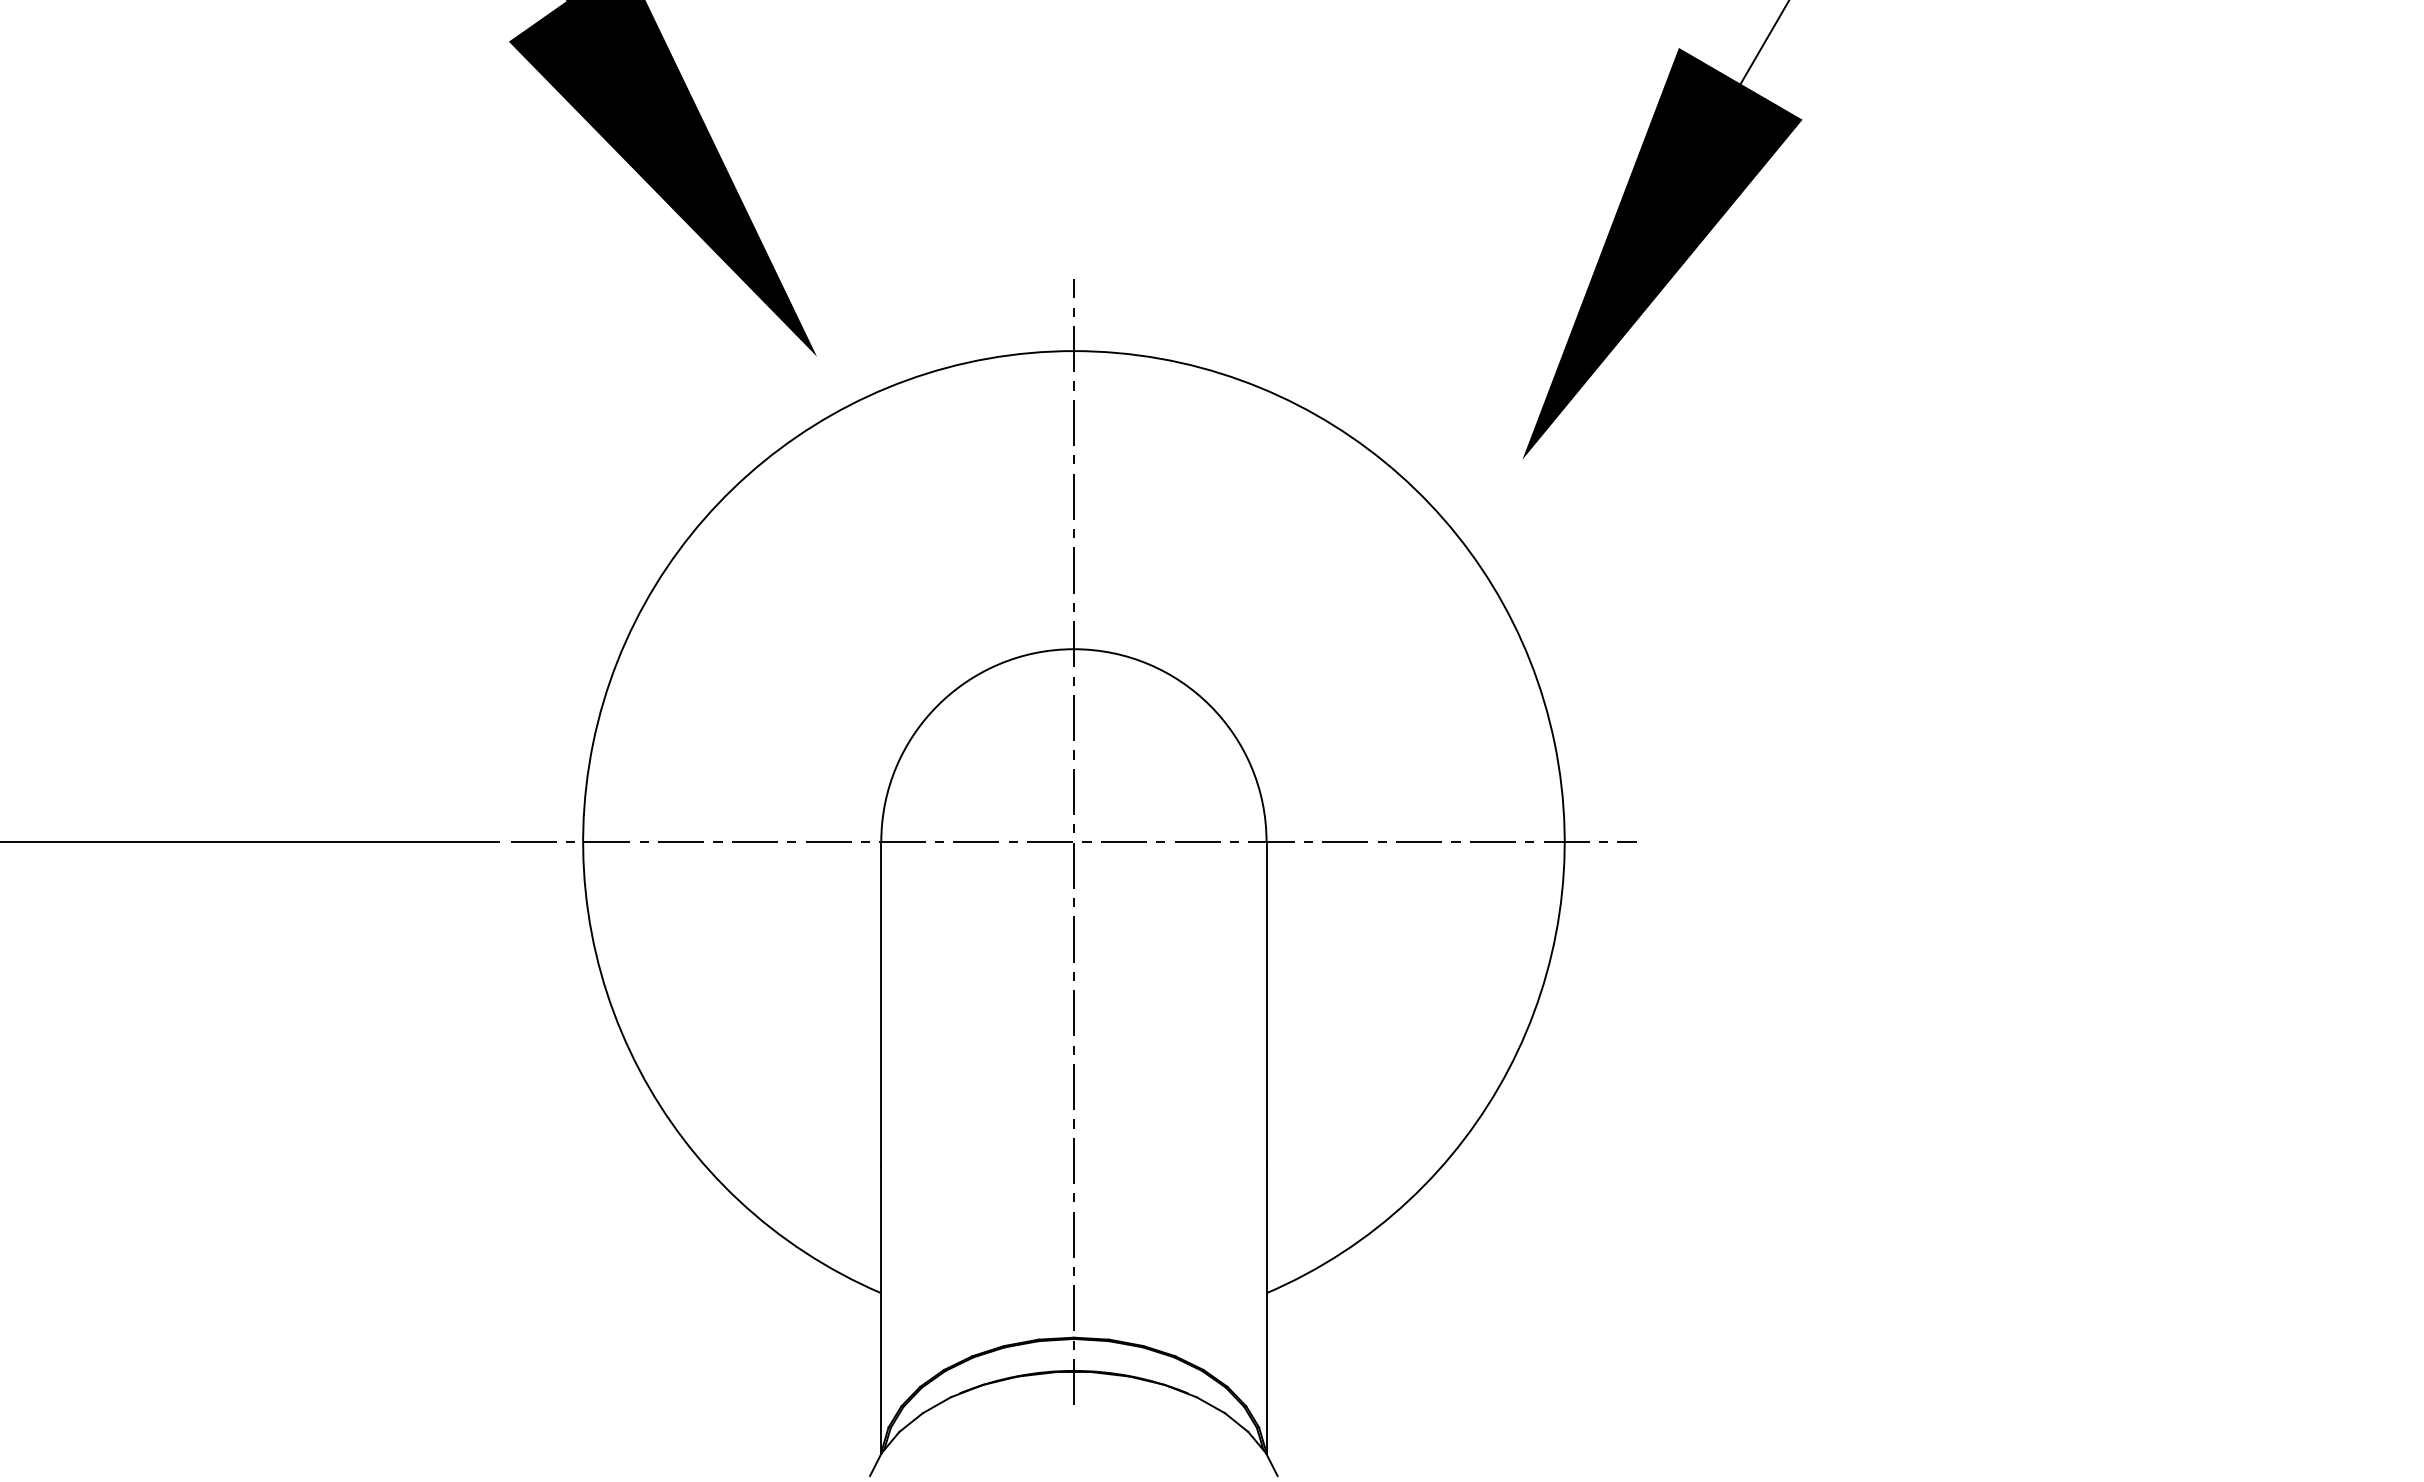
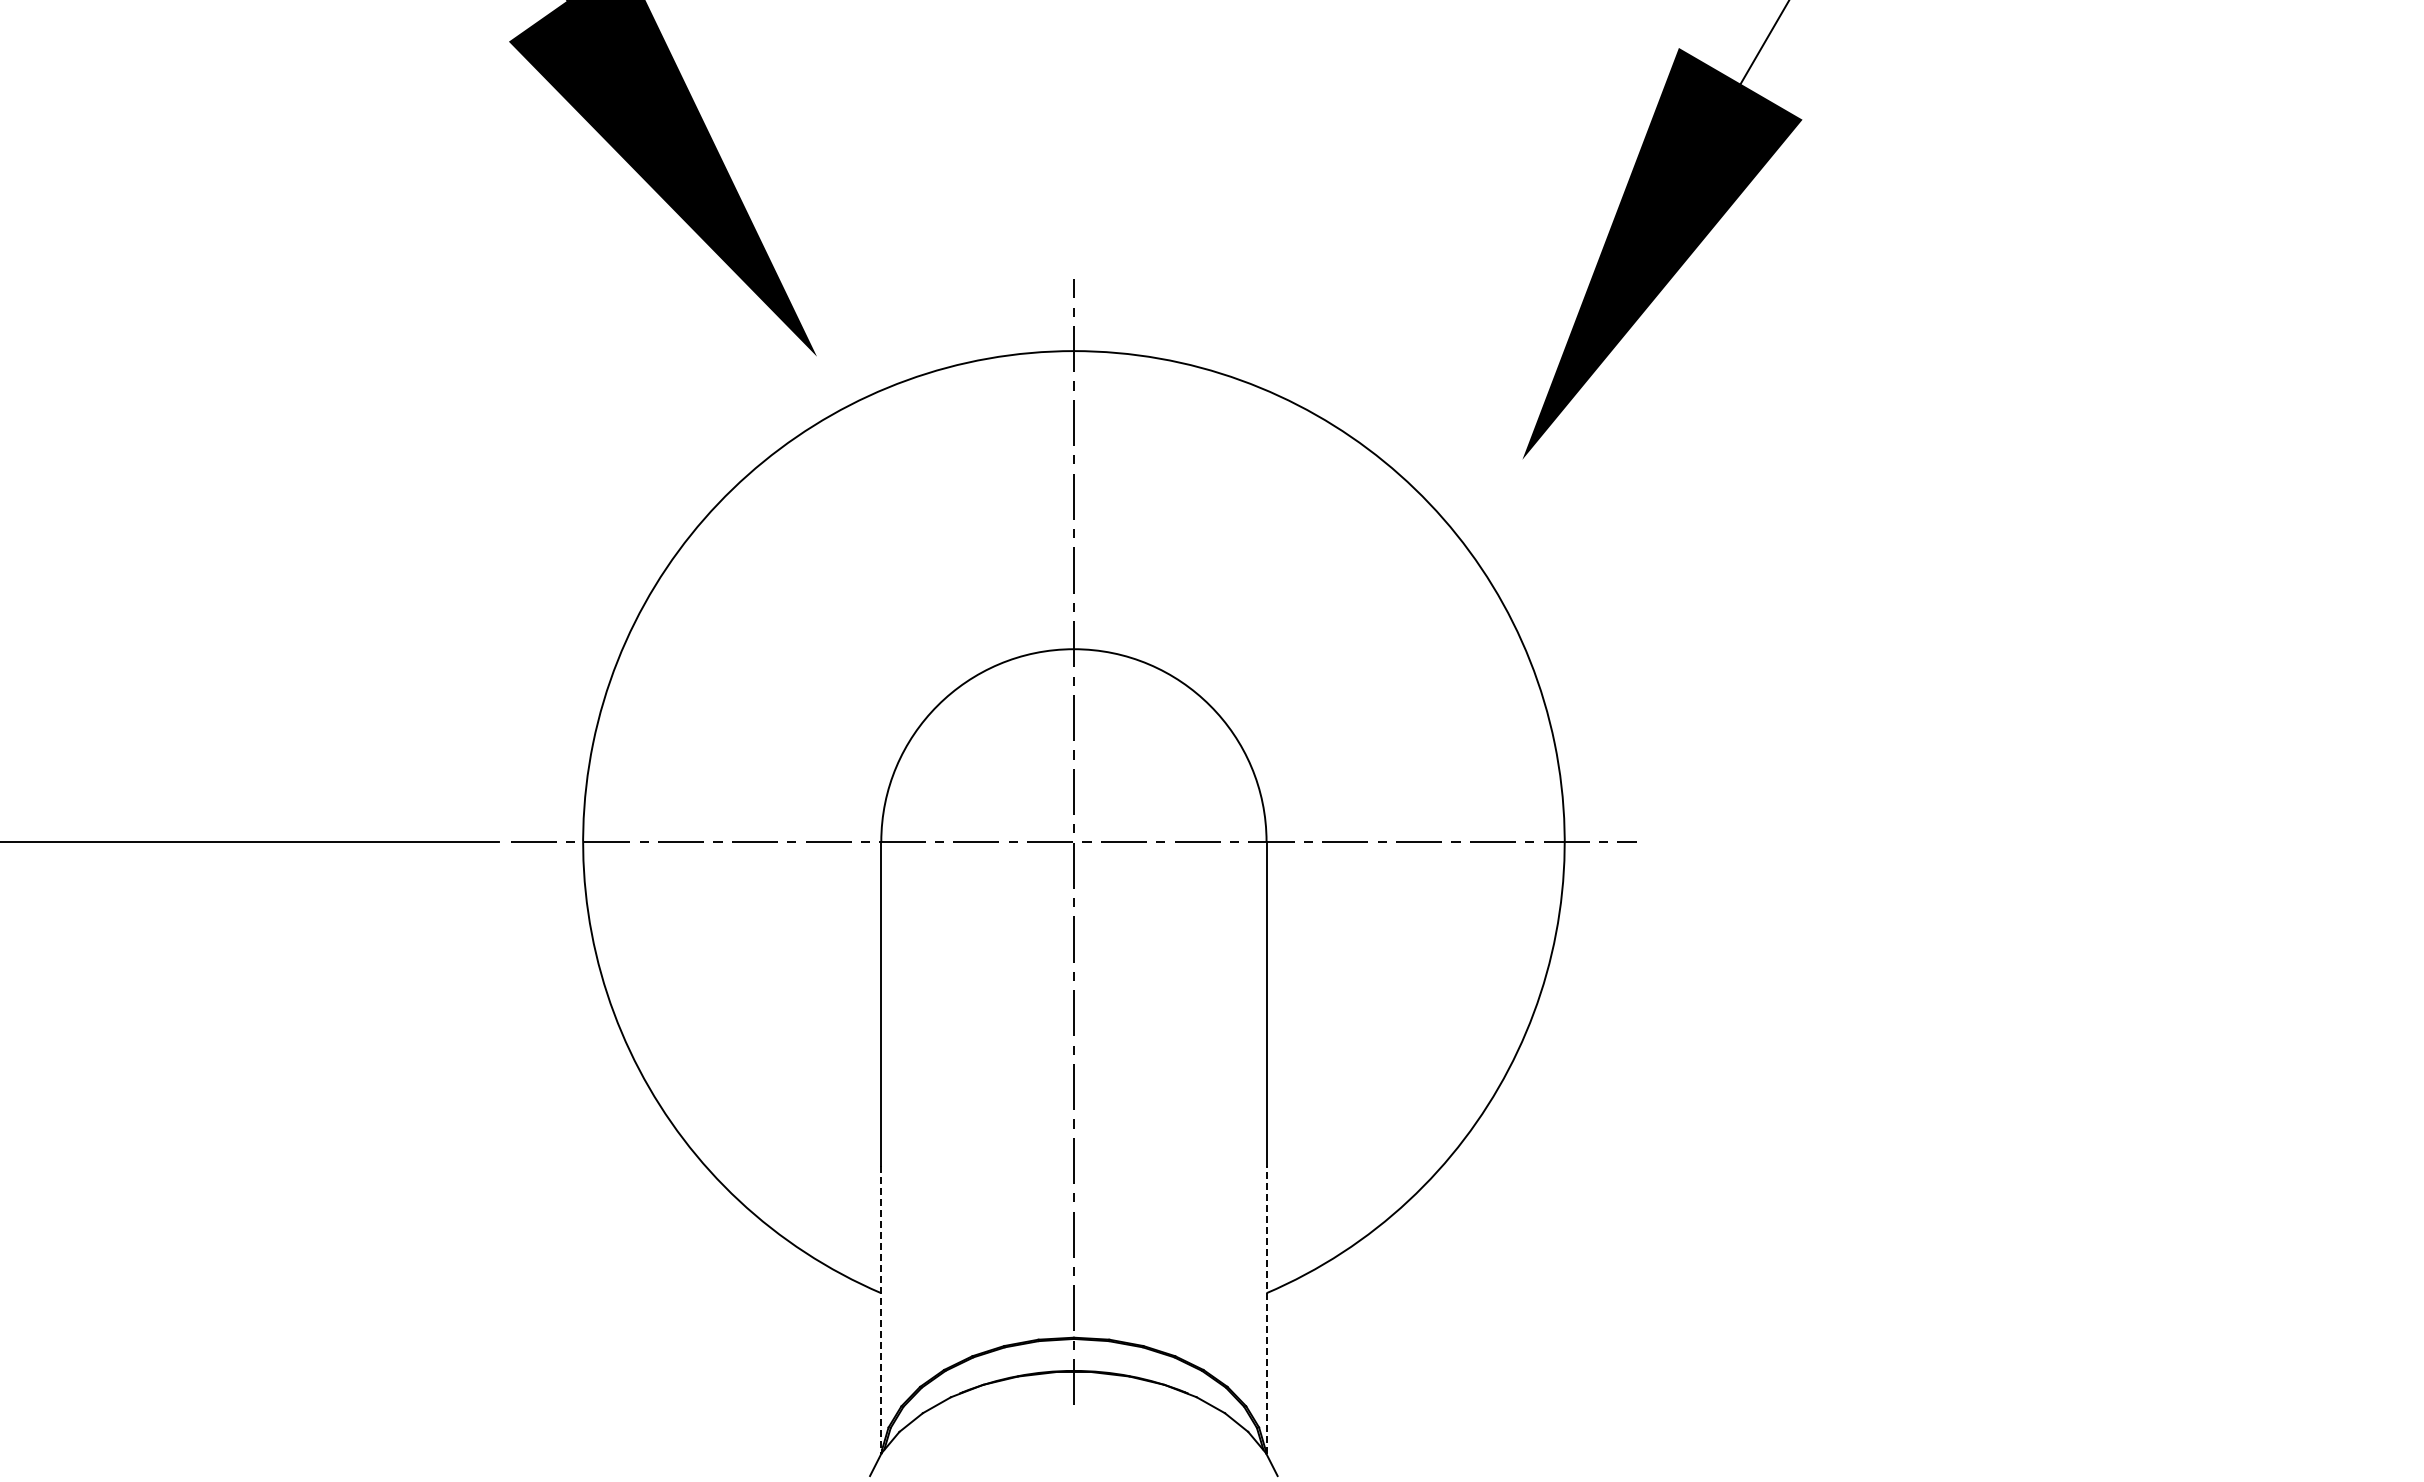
line at (881, 1310): solid -> dashed
line at (1266, 1310): solid -> dashed
